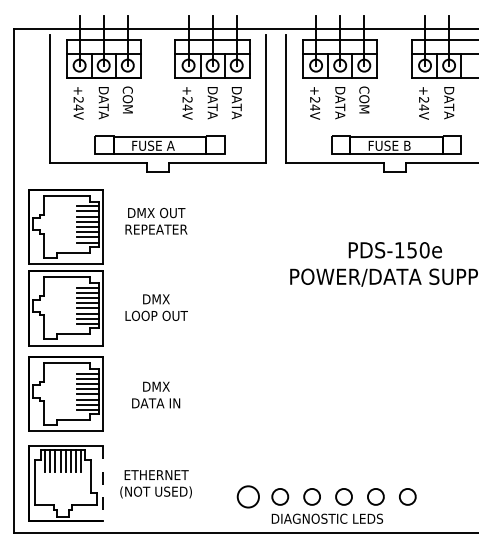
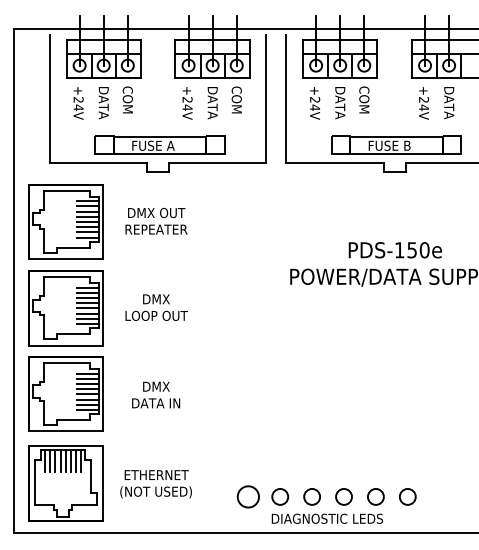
text at (236, 102): DATA -> COM
part at (65, 226) position: (65, 226) -> (65, 221)
line at (102, 484): dashed -> solid
